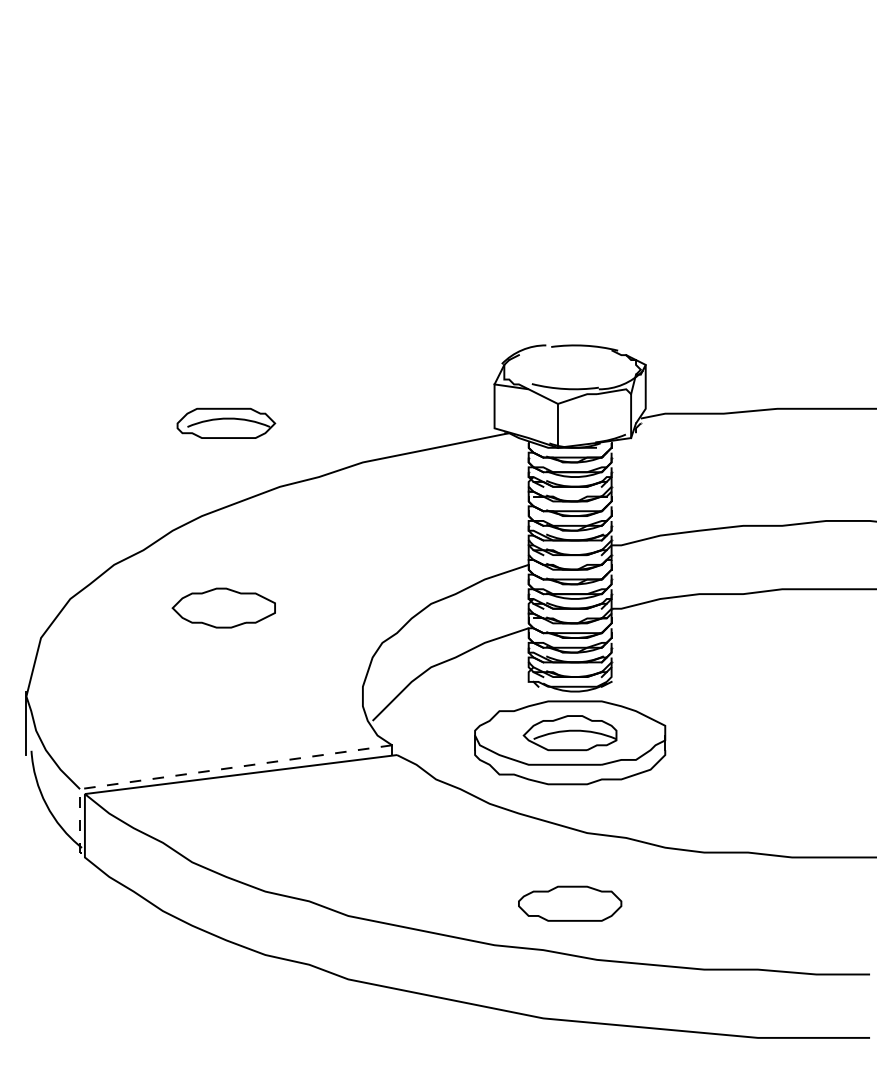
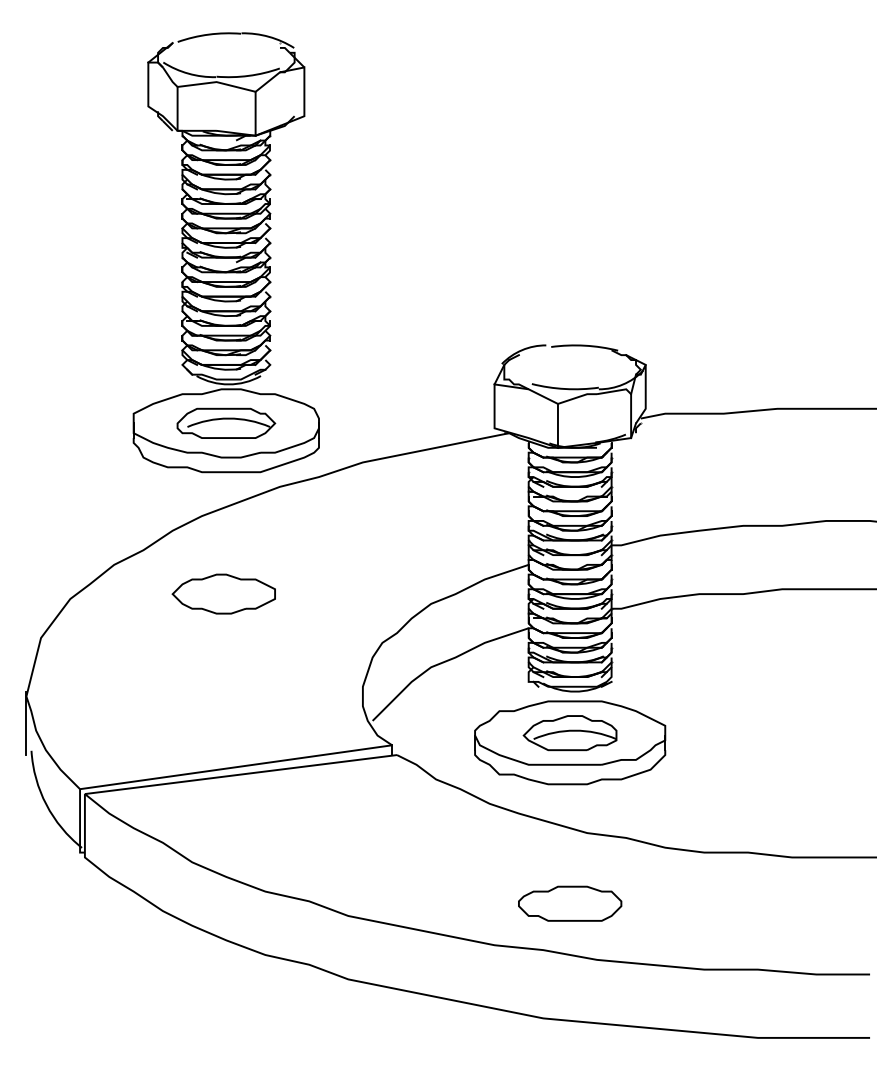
part at (225, 252): none -> present
part at (223, 607) position: (223, 607) -> (223, 593)
line at (200, 772): dashed -> solid
